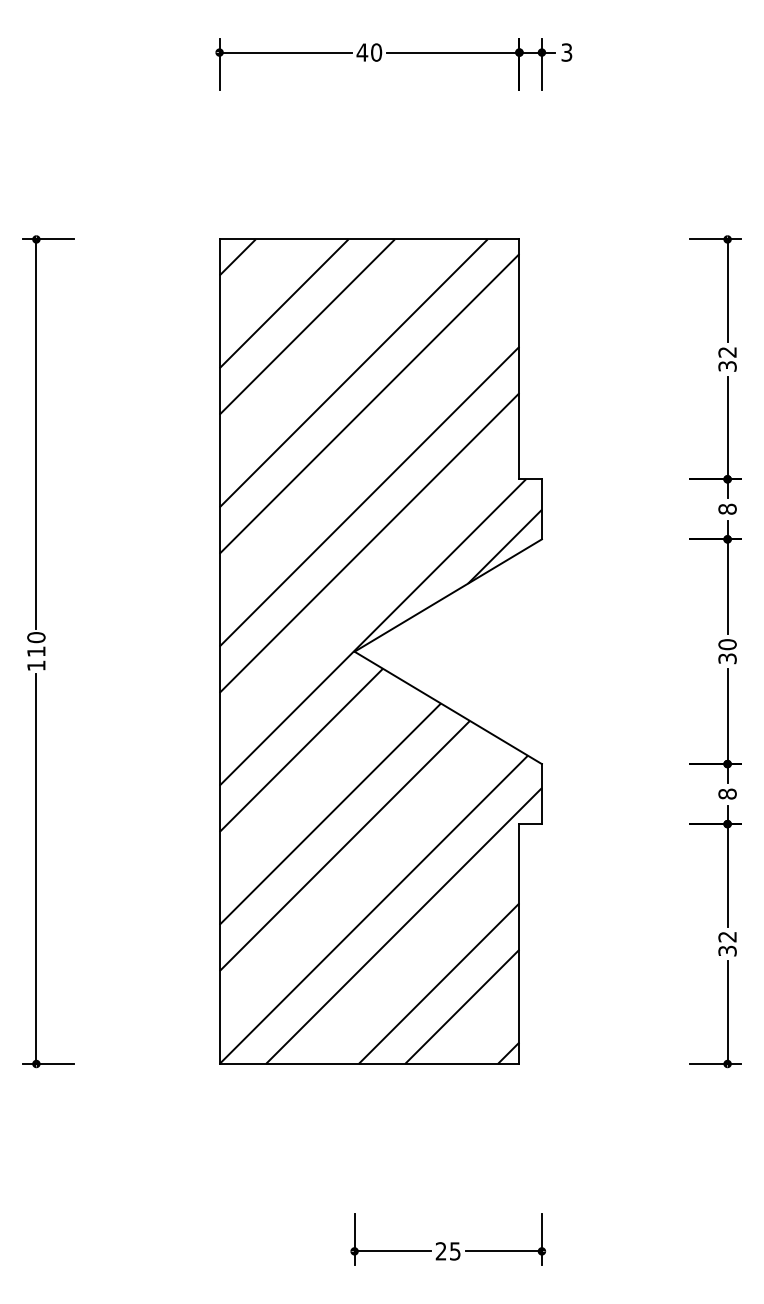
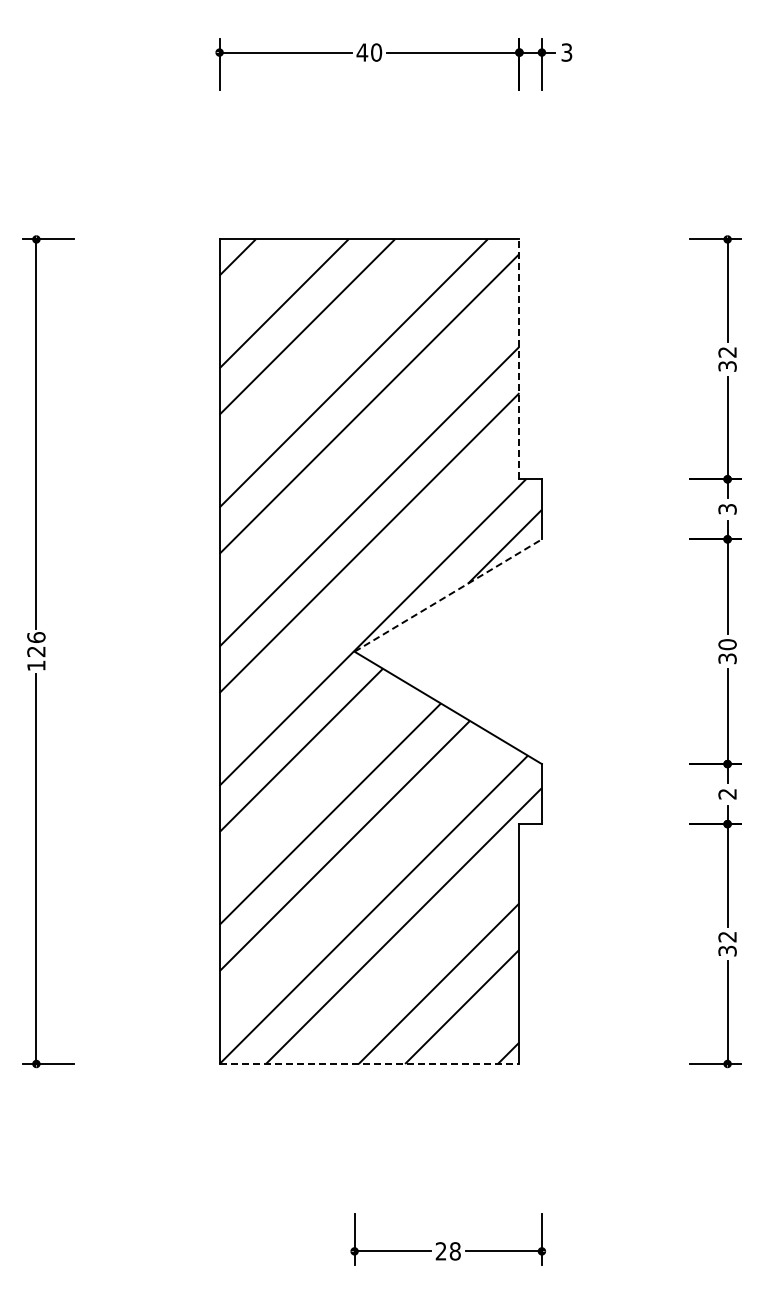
line at (519, 359): solid -> dashed
text at (727, 508): 8 -> 3
line at (448, 595): solid -> dashed
text at (36, 644): 110 -> 126
text at (727, 793): 8 -> 2
line at (369, 1063): solid -> dashed
text at (454, 1251): 25 -> 28
